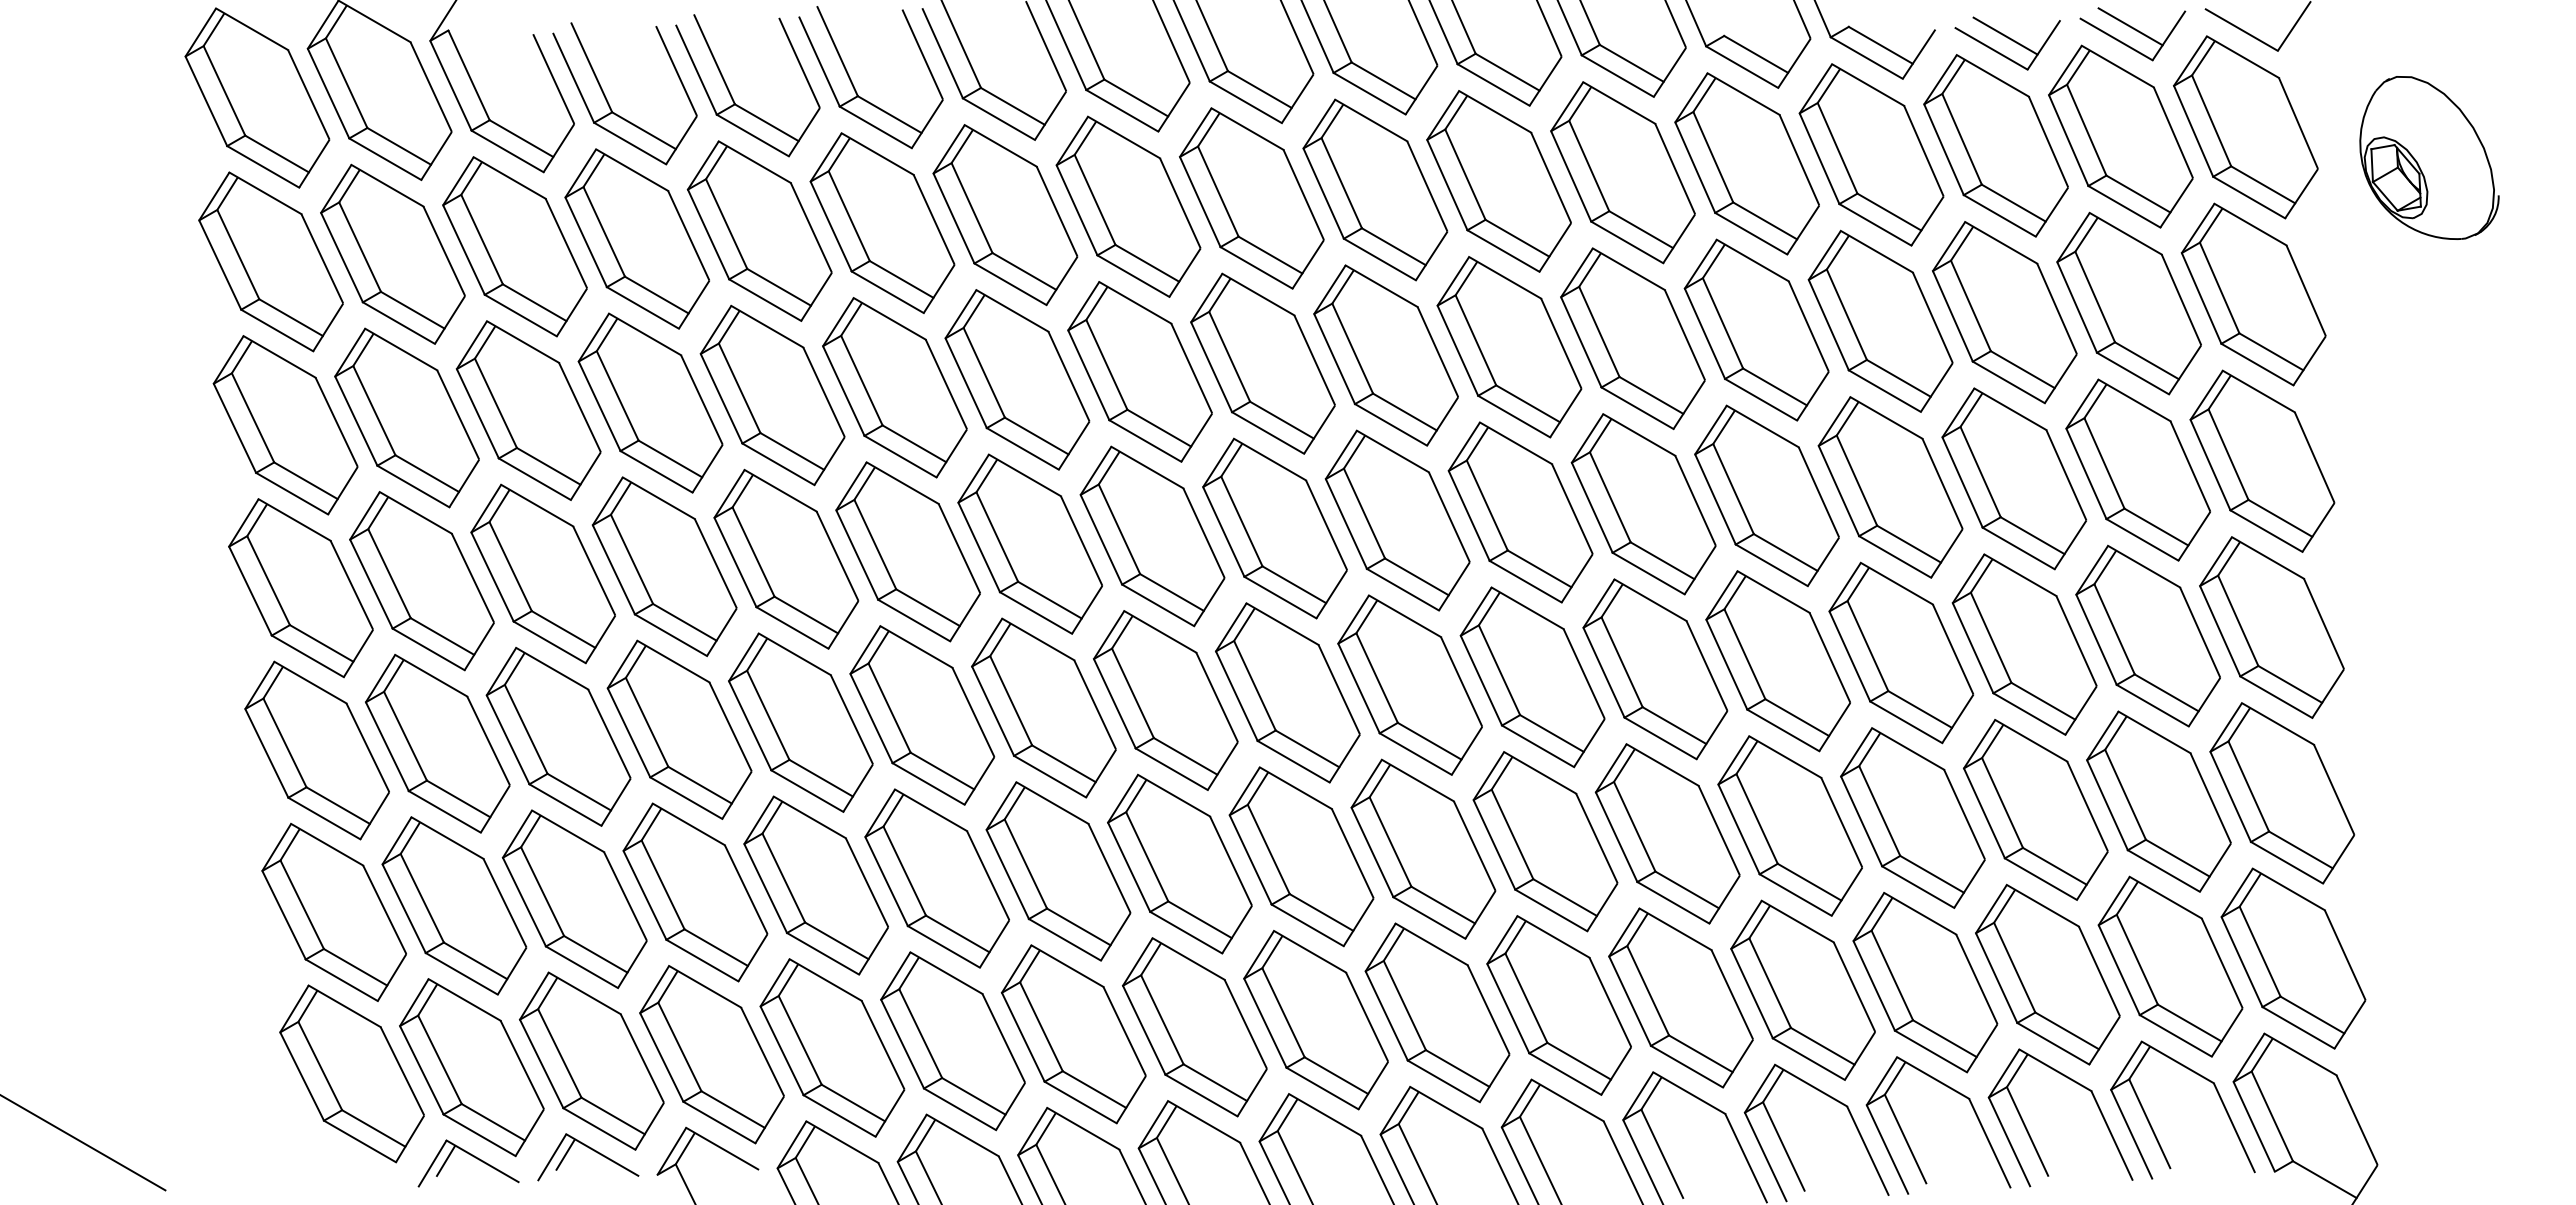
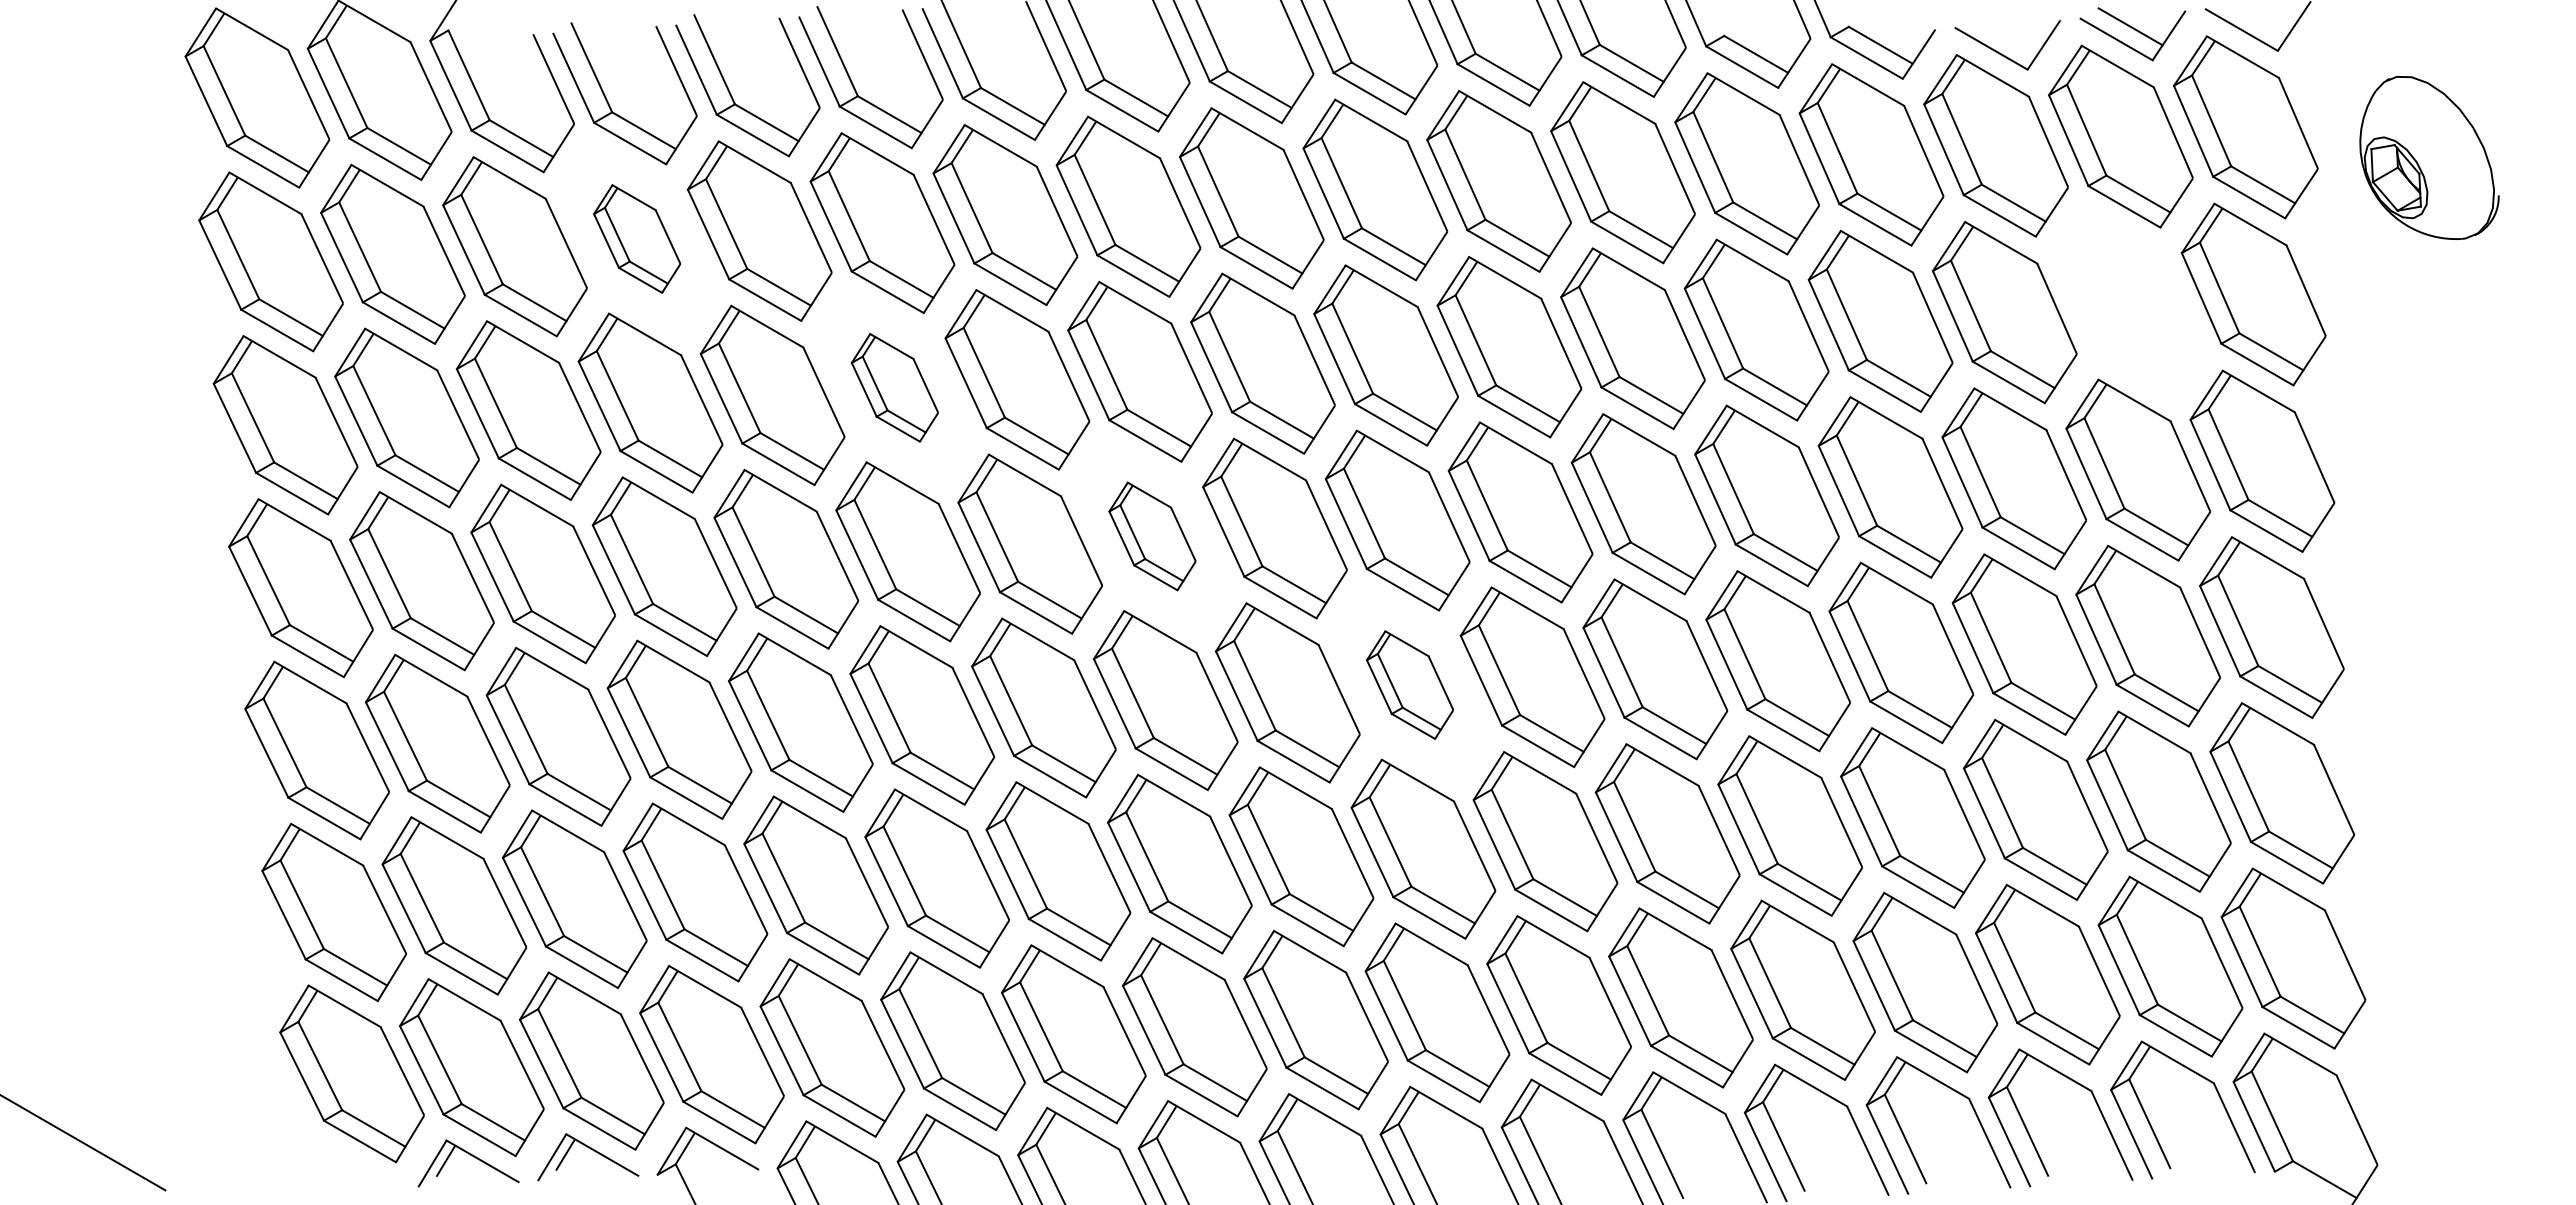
line at (2005, 35): present -> none
part at (636, 238) size: 146x182 px -> 89x110 px
part at (2128, 303): present -> none
part at (894, 387) size: 146x182 px -> 89x110 px
part at (1152, 536) size: 147x183 px -> 89x111 px
part at (1409, 684) size: 146x182 px -> 88x110 px
